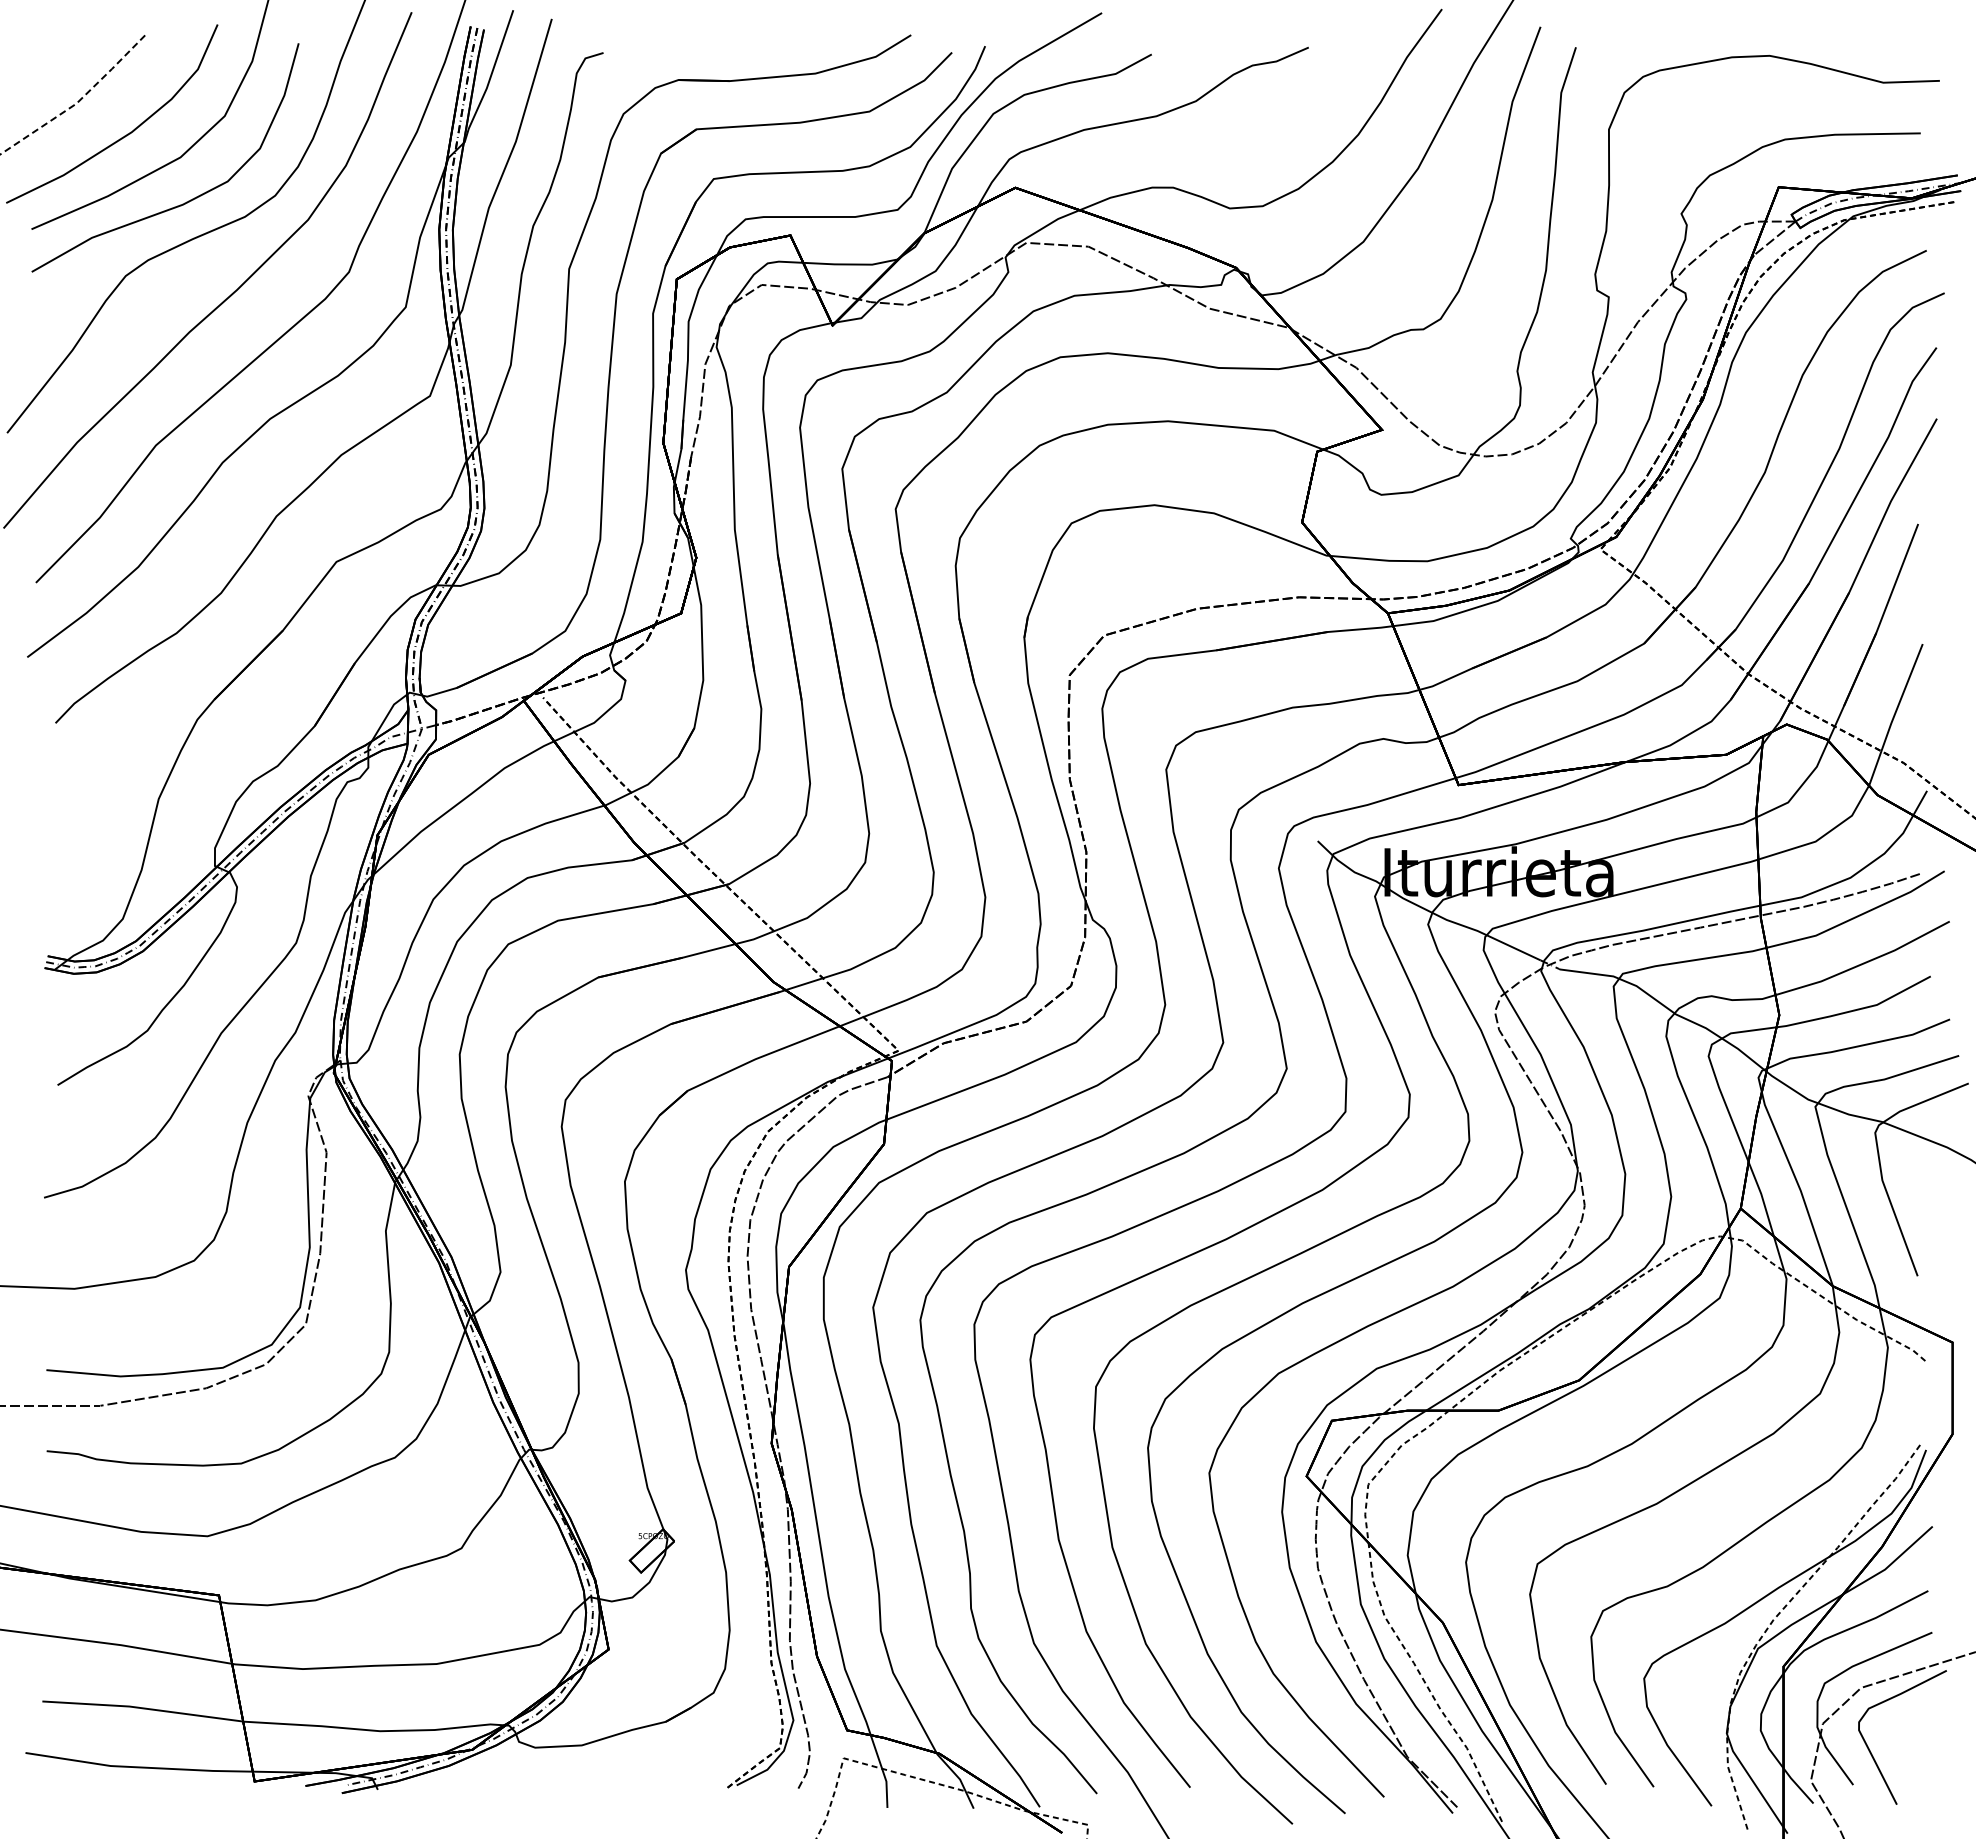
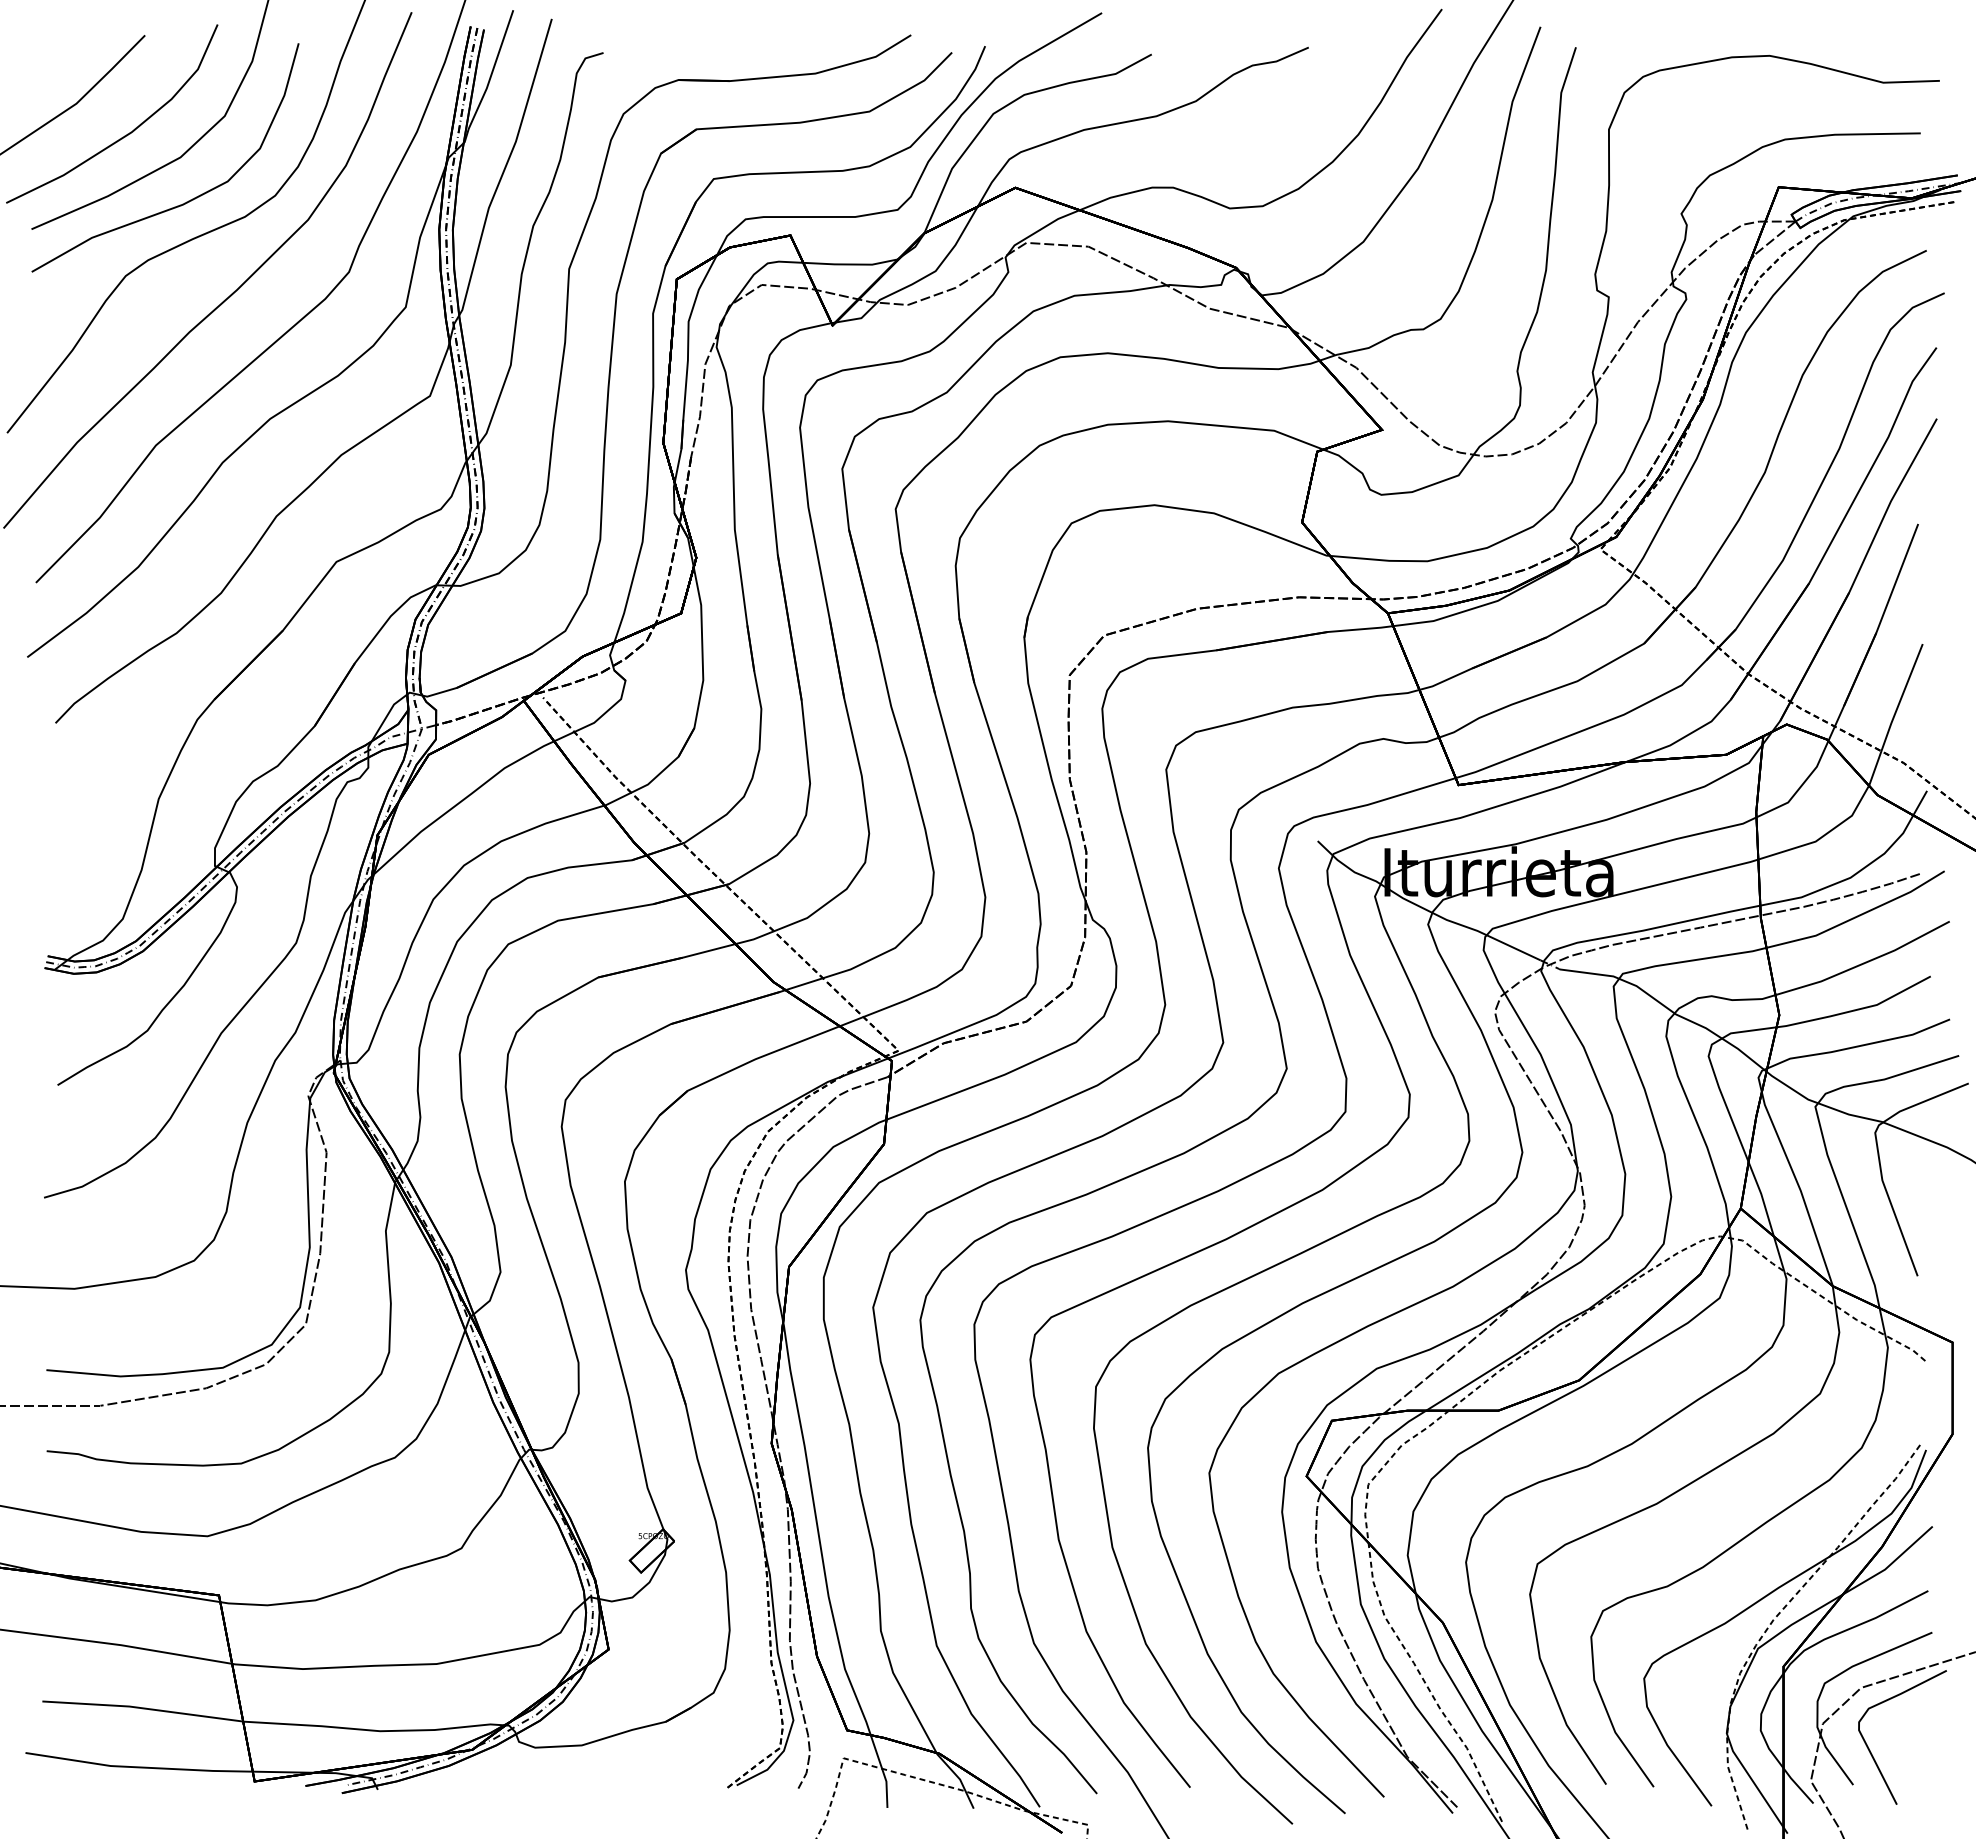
line at (78, 101): dashed -> solid
